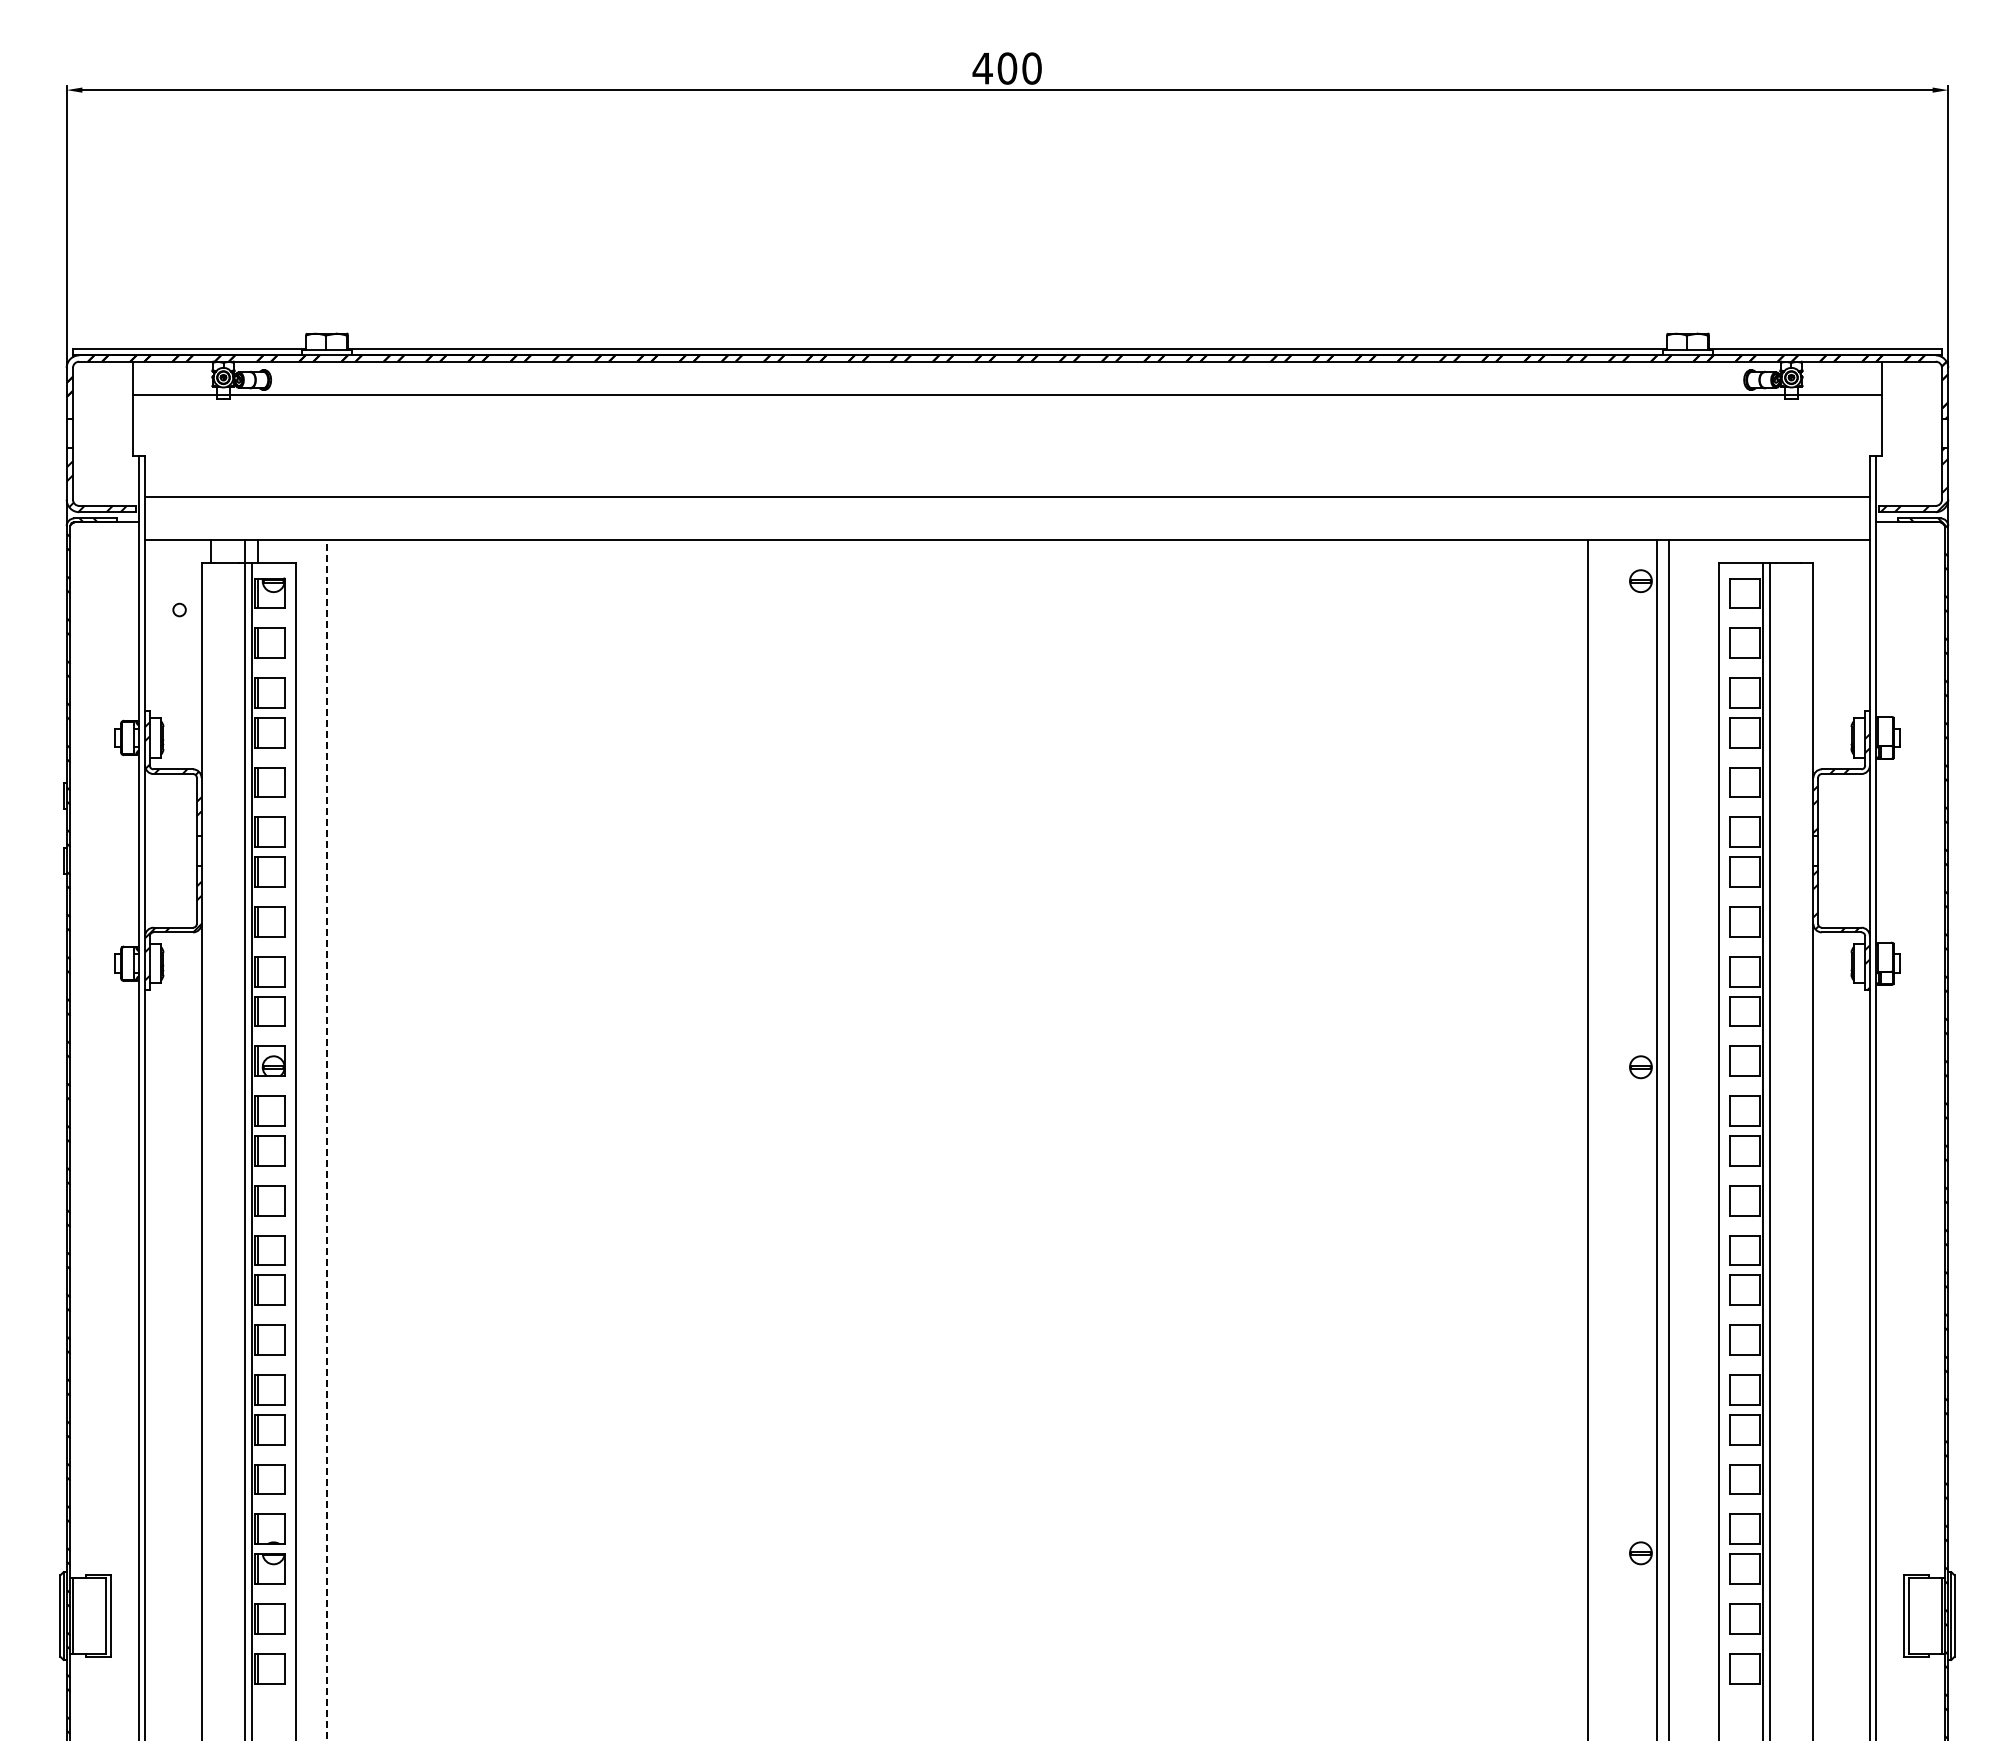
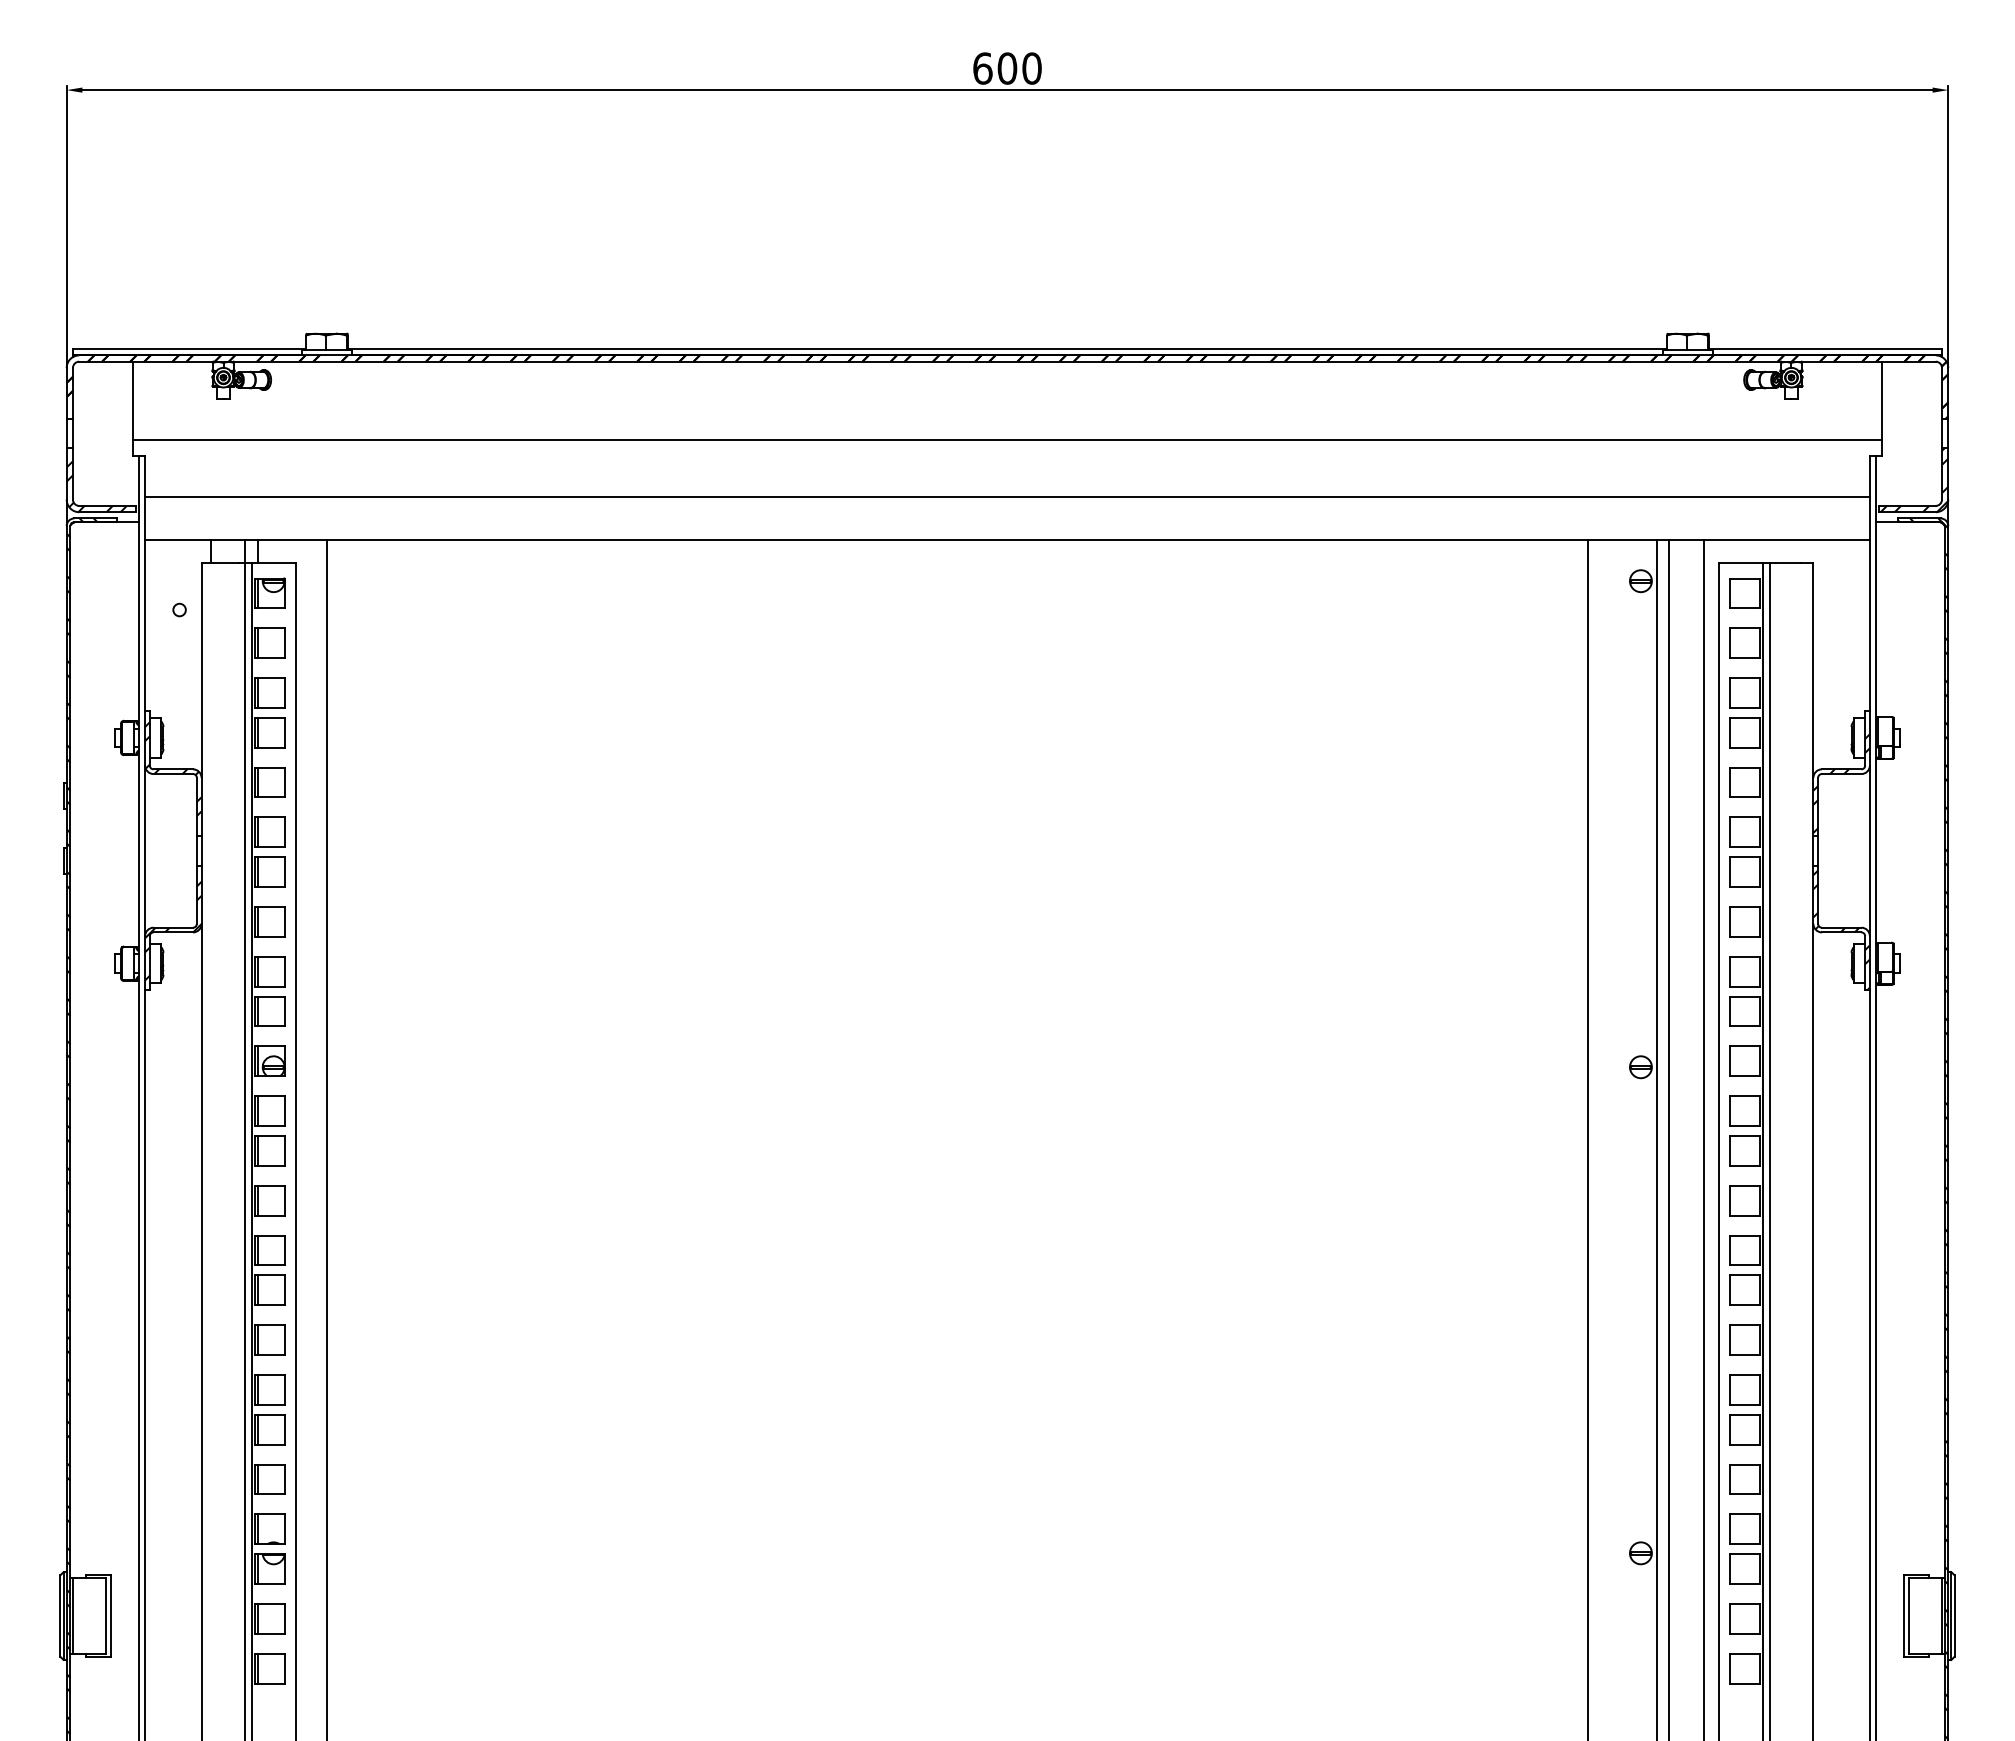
text at (982, 68): 400 -> 600
line at (1007, 395) position: (1007, 395) -> (1007, 440)
line at (1703, 1138): none -> present
line at (327, 1140): dashed -> solid
